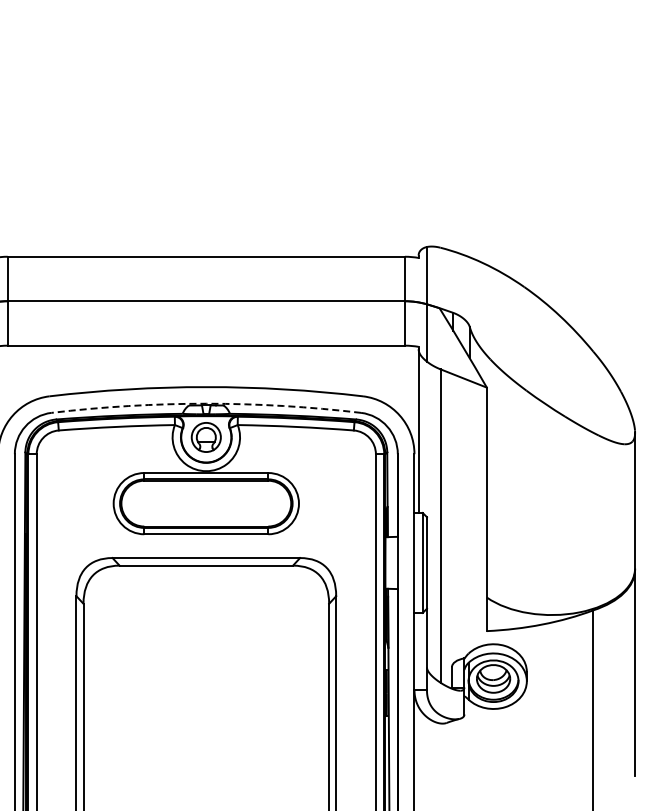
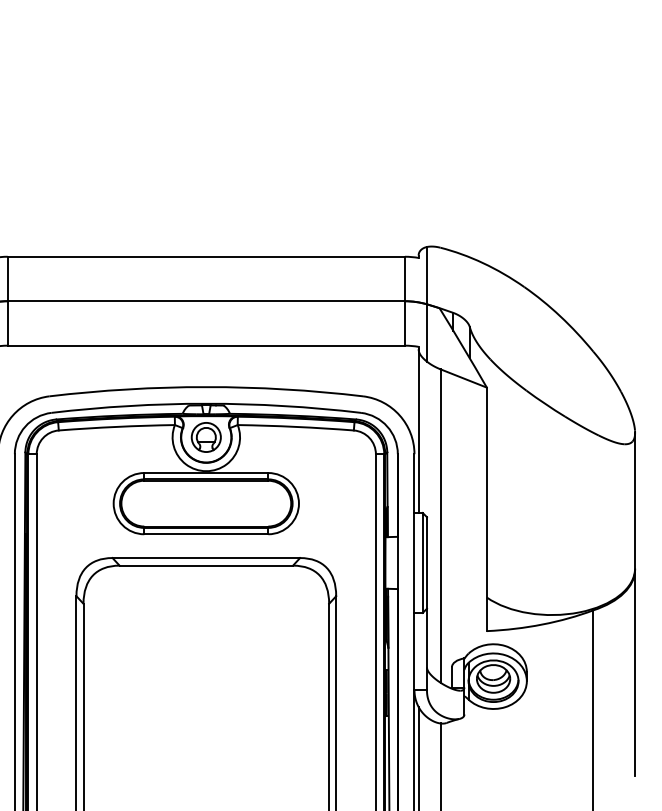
arc at (206, 403): dashed -> solid
line at (418, 757): none -> present
line at (440, 765): none -> present
